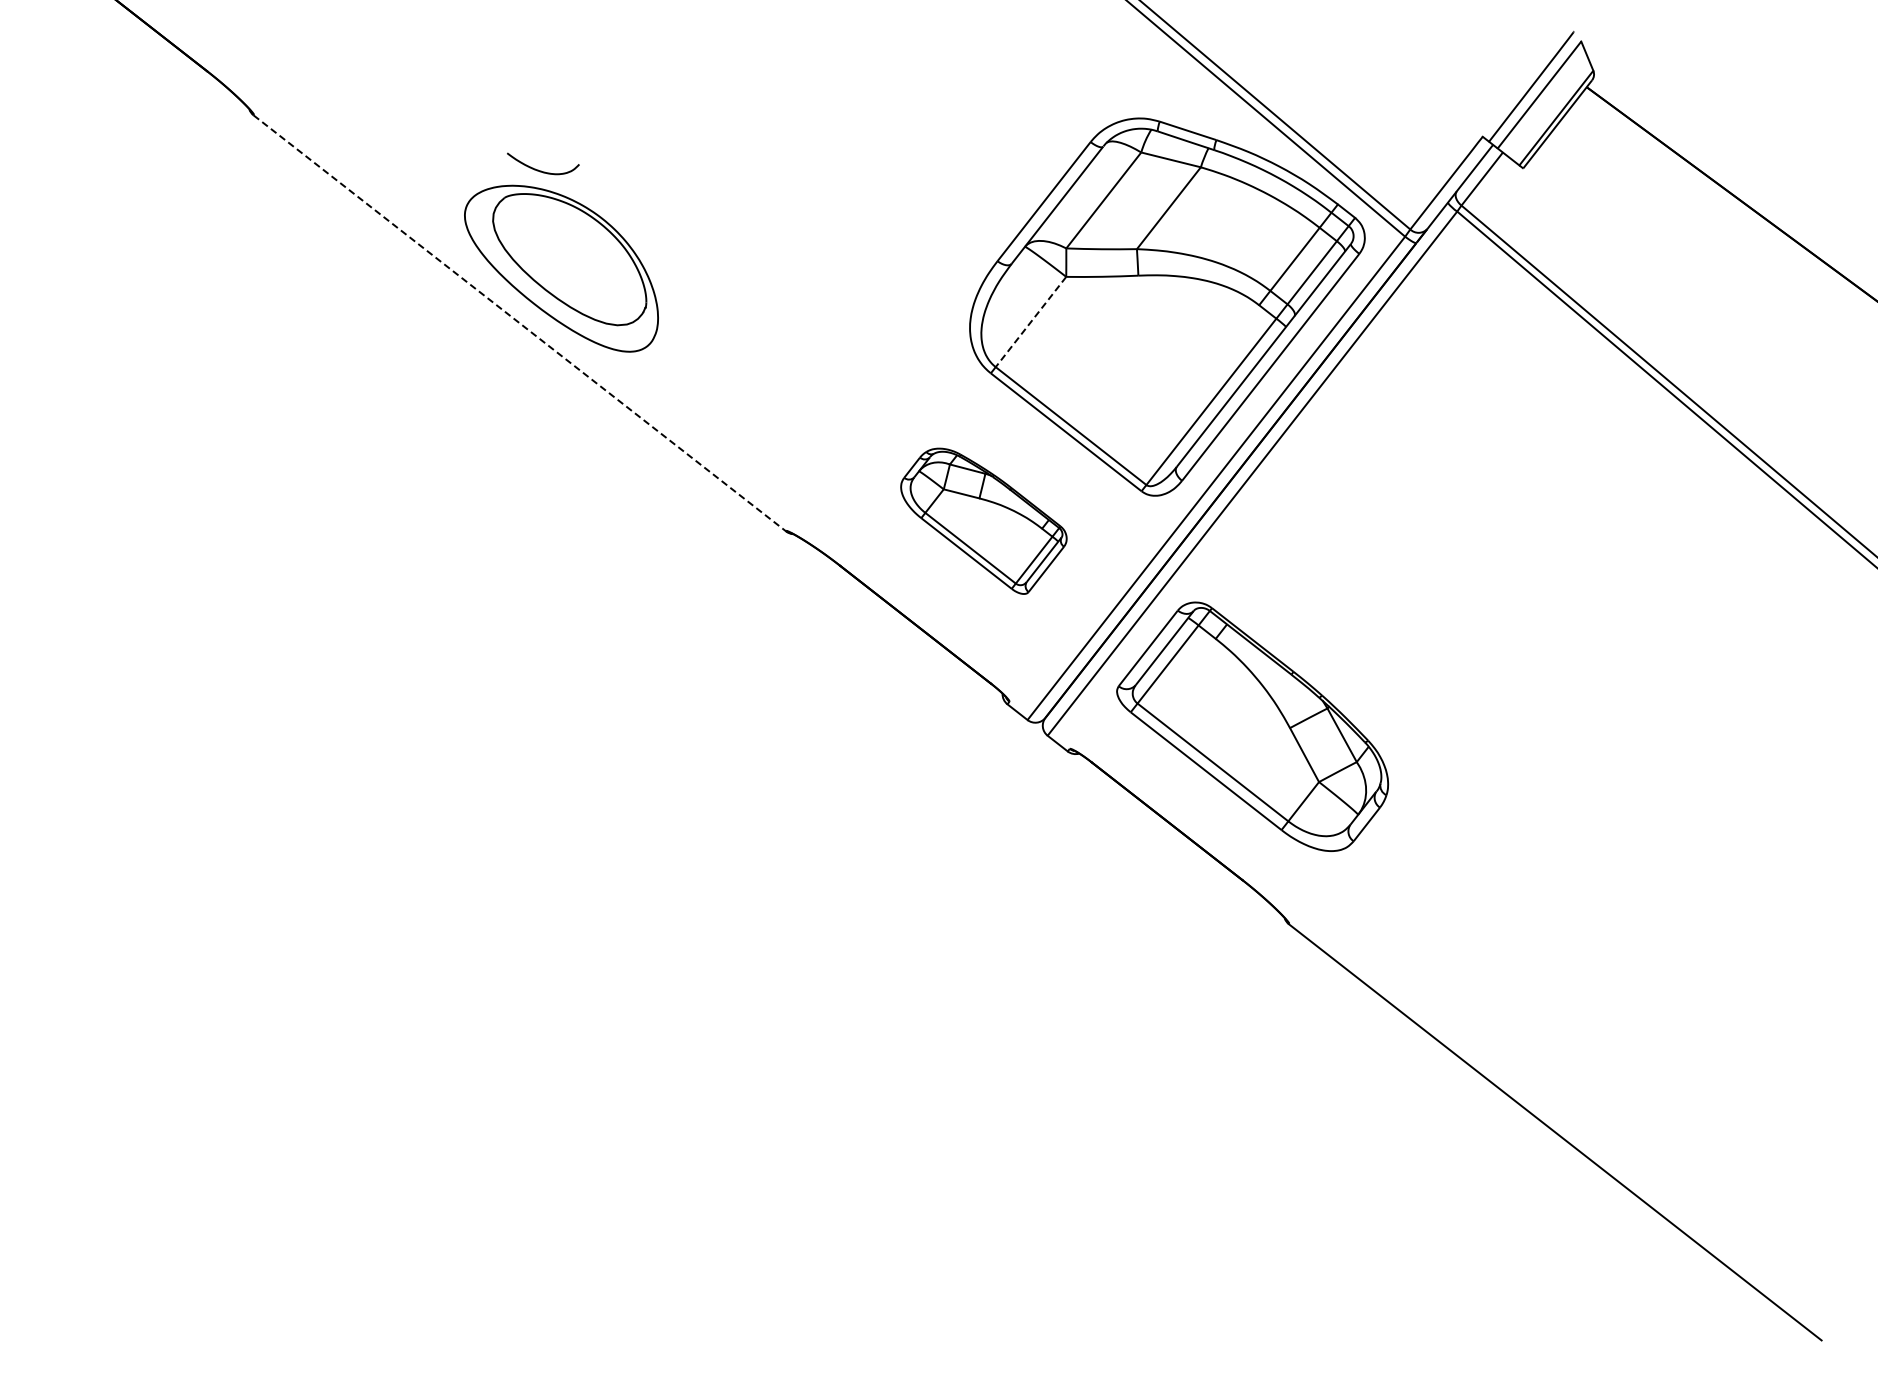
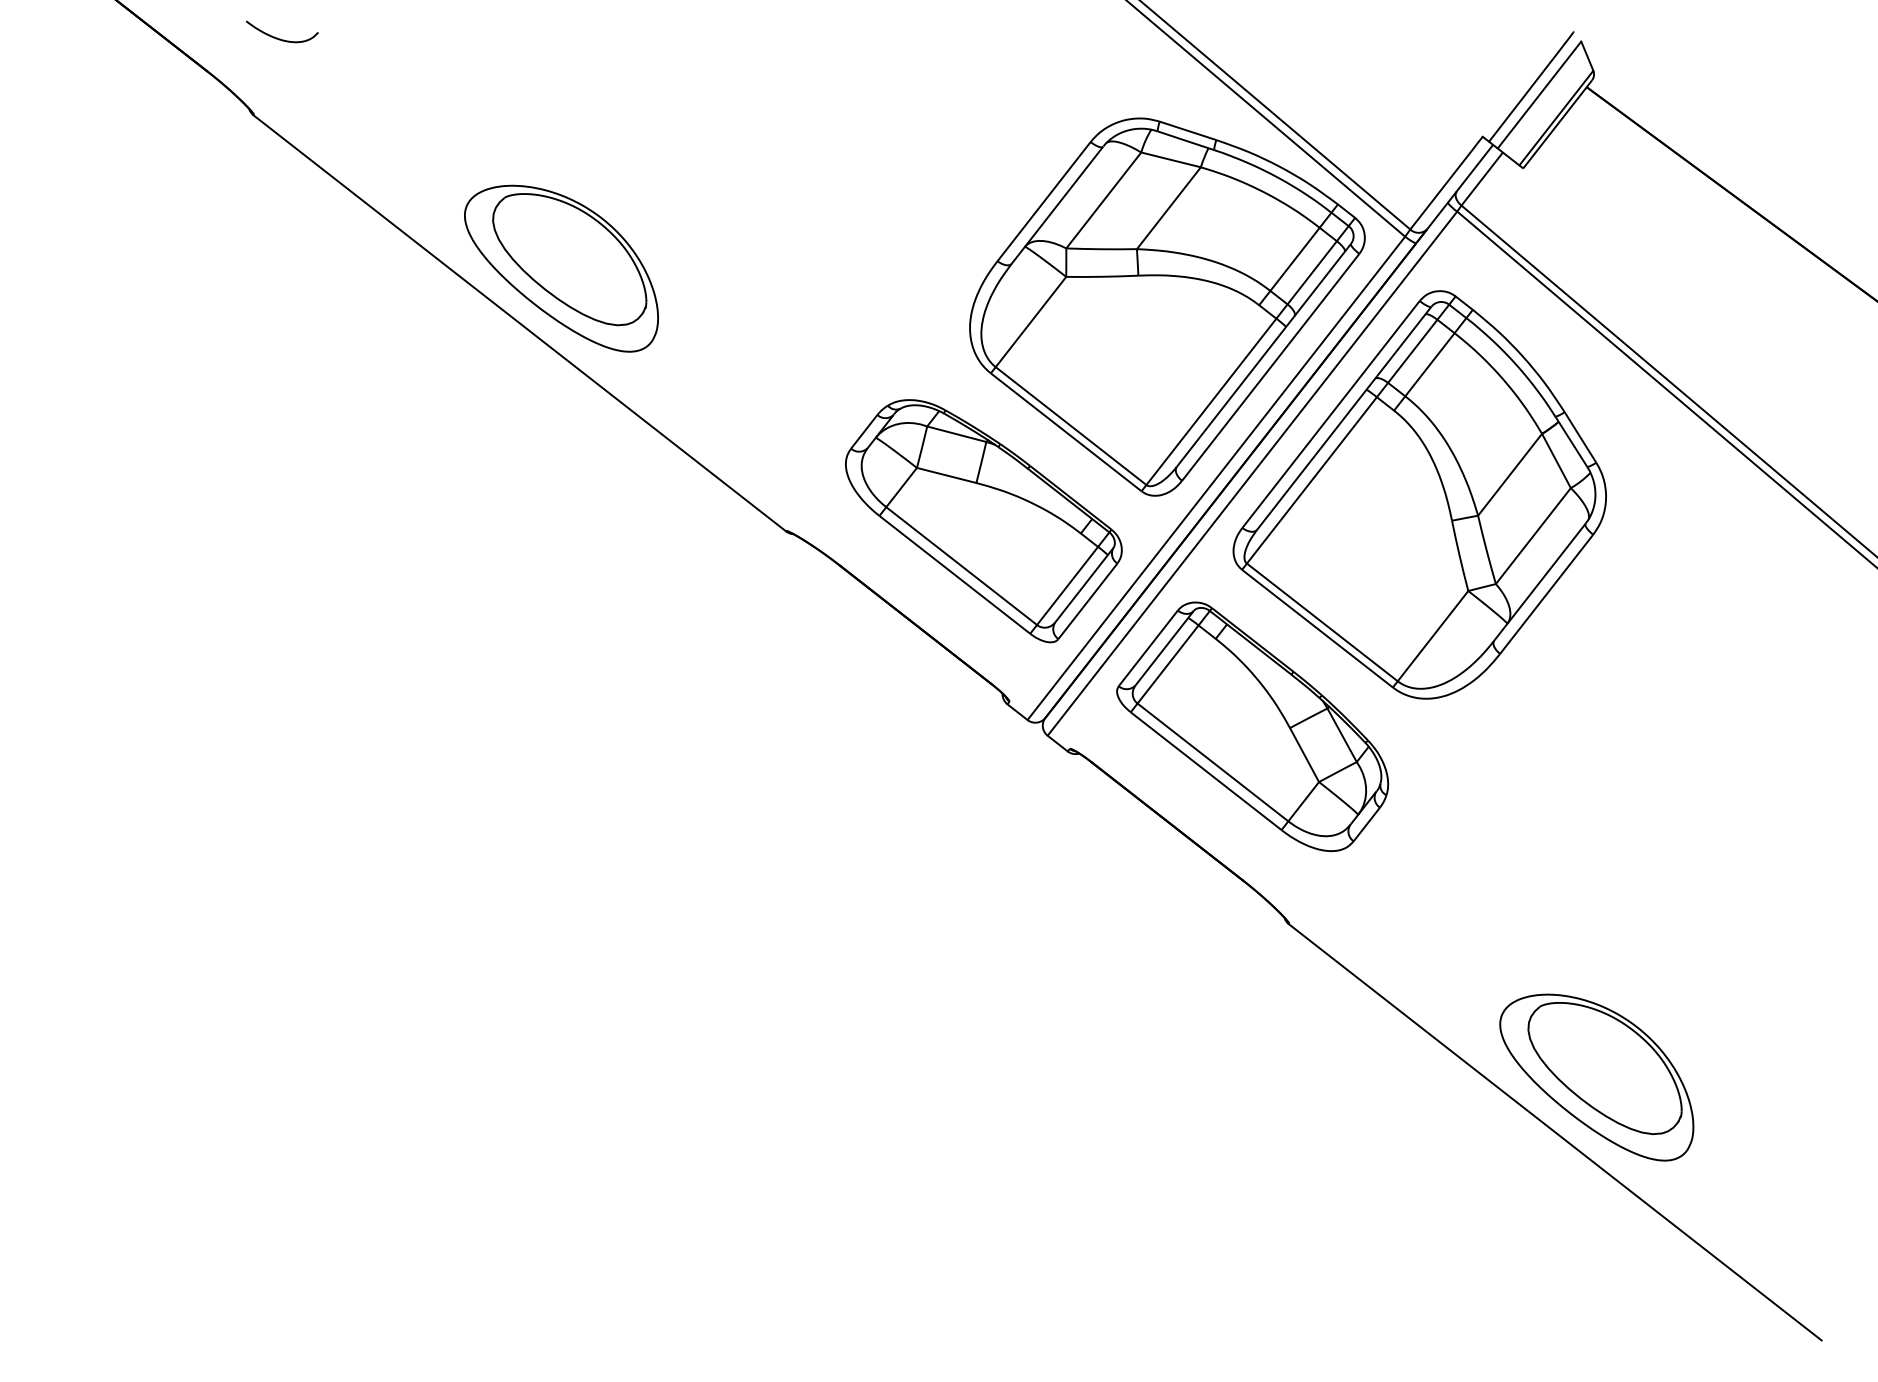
curve at (541, 170) position: (541, 170) -> (280, 38)
line at (1030, 322): dashed -> solid
line at (520, 323): dashed -> solid
part at (1419, 494): none -> present
part at (983, 520) size: 168x148 px -> 278x245 px
part at (1596, 1077): none -> present
